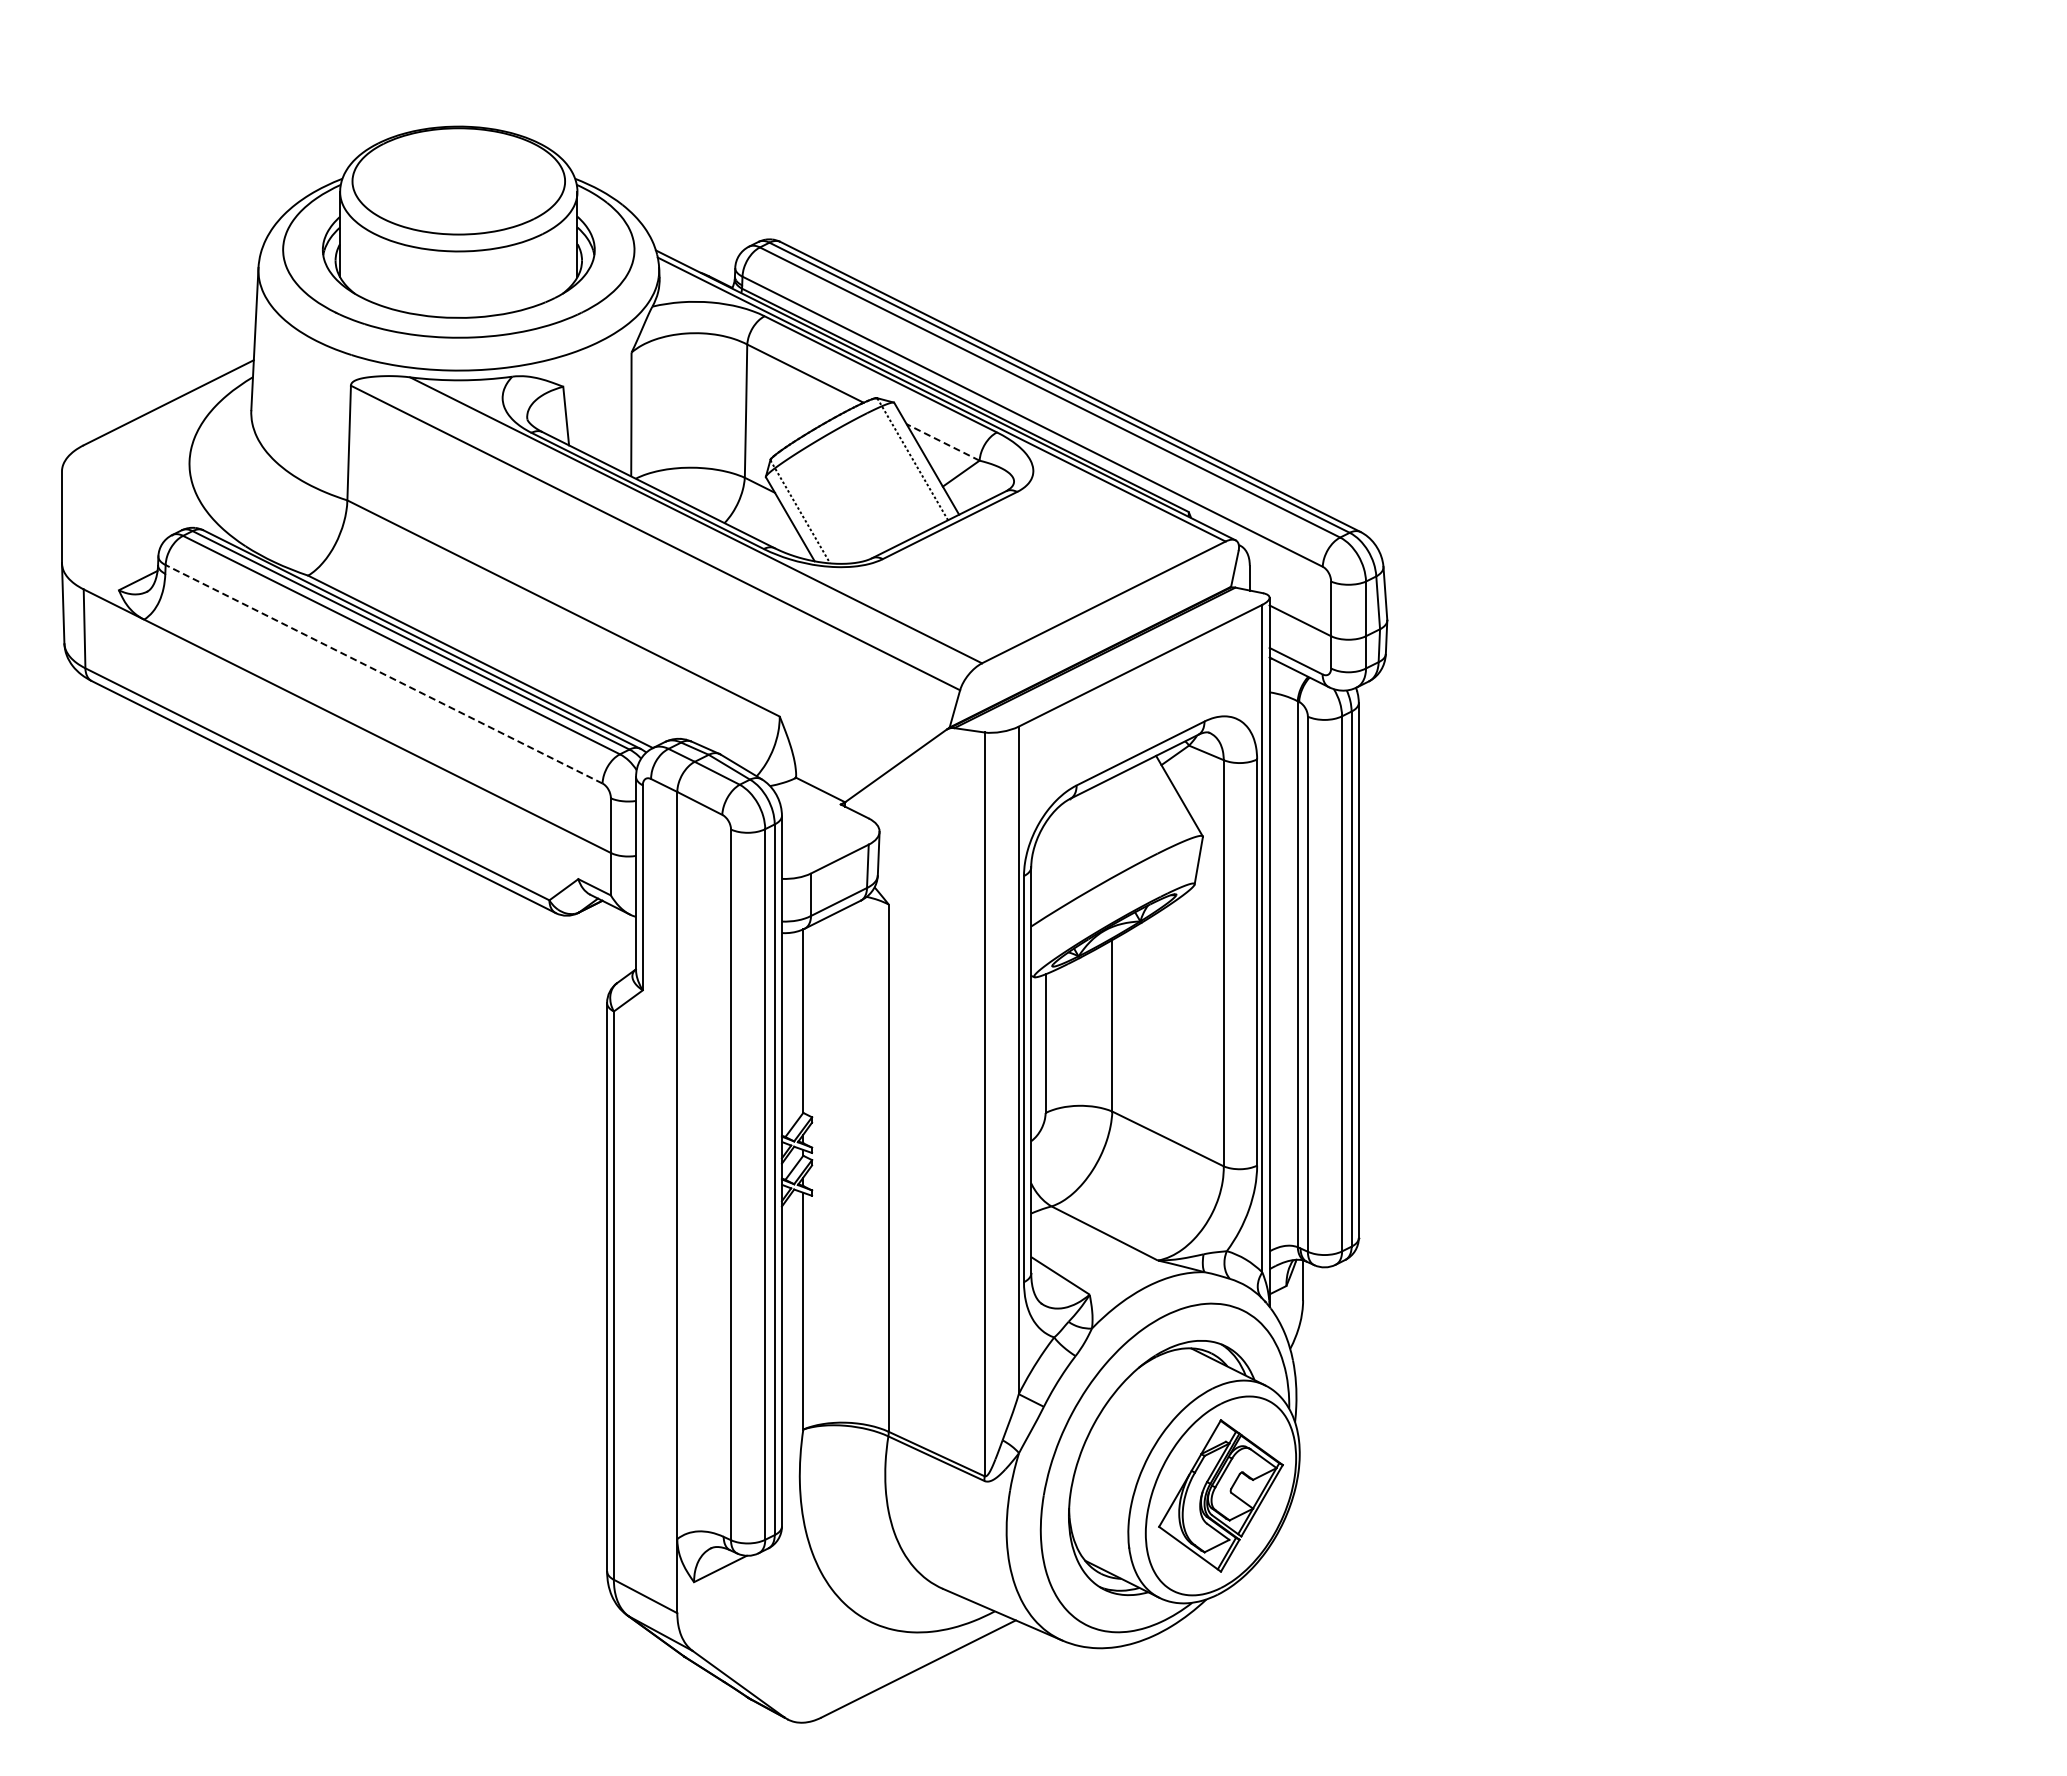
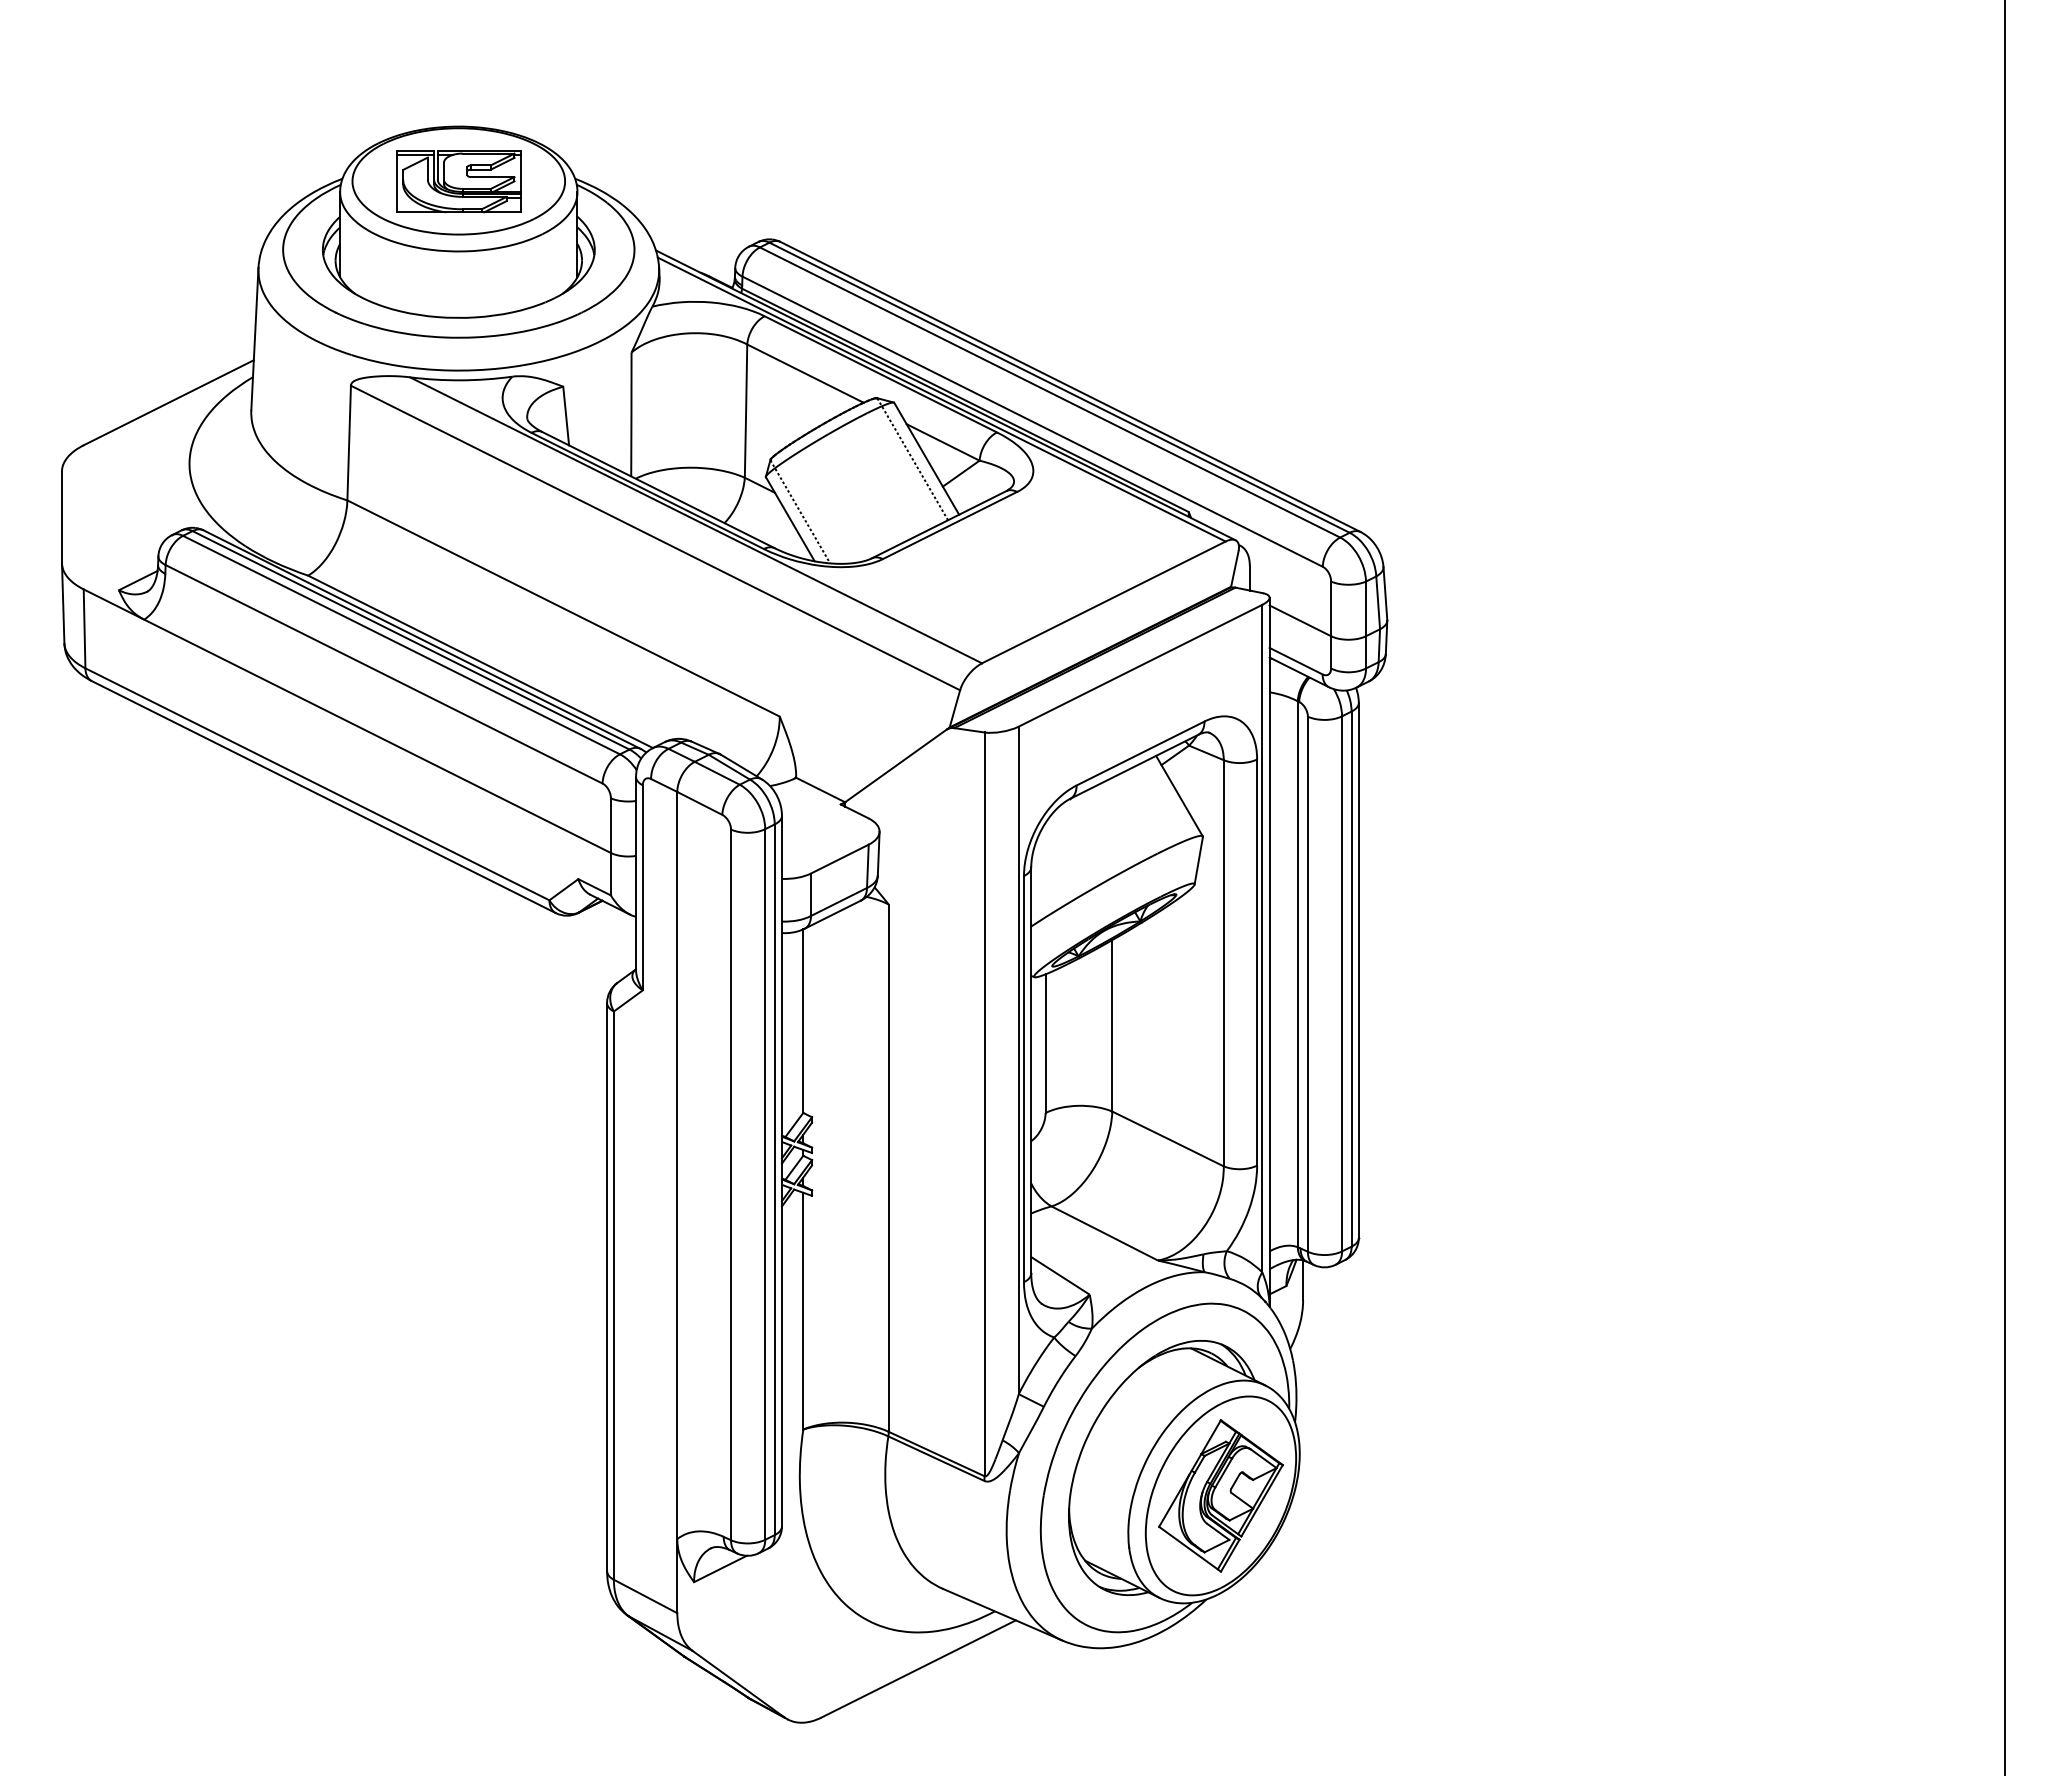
part at (458, 181): none -> present
line at (943, 442): dashed -> solid
line at (383, 674): dashed -> solid
line at (2004, 887): none -> present
